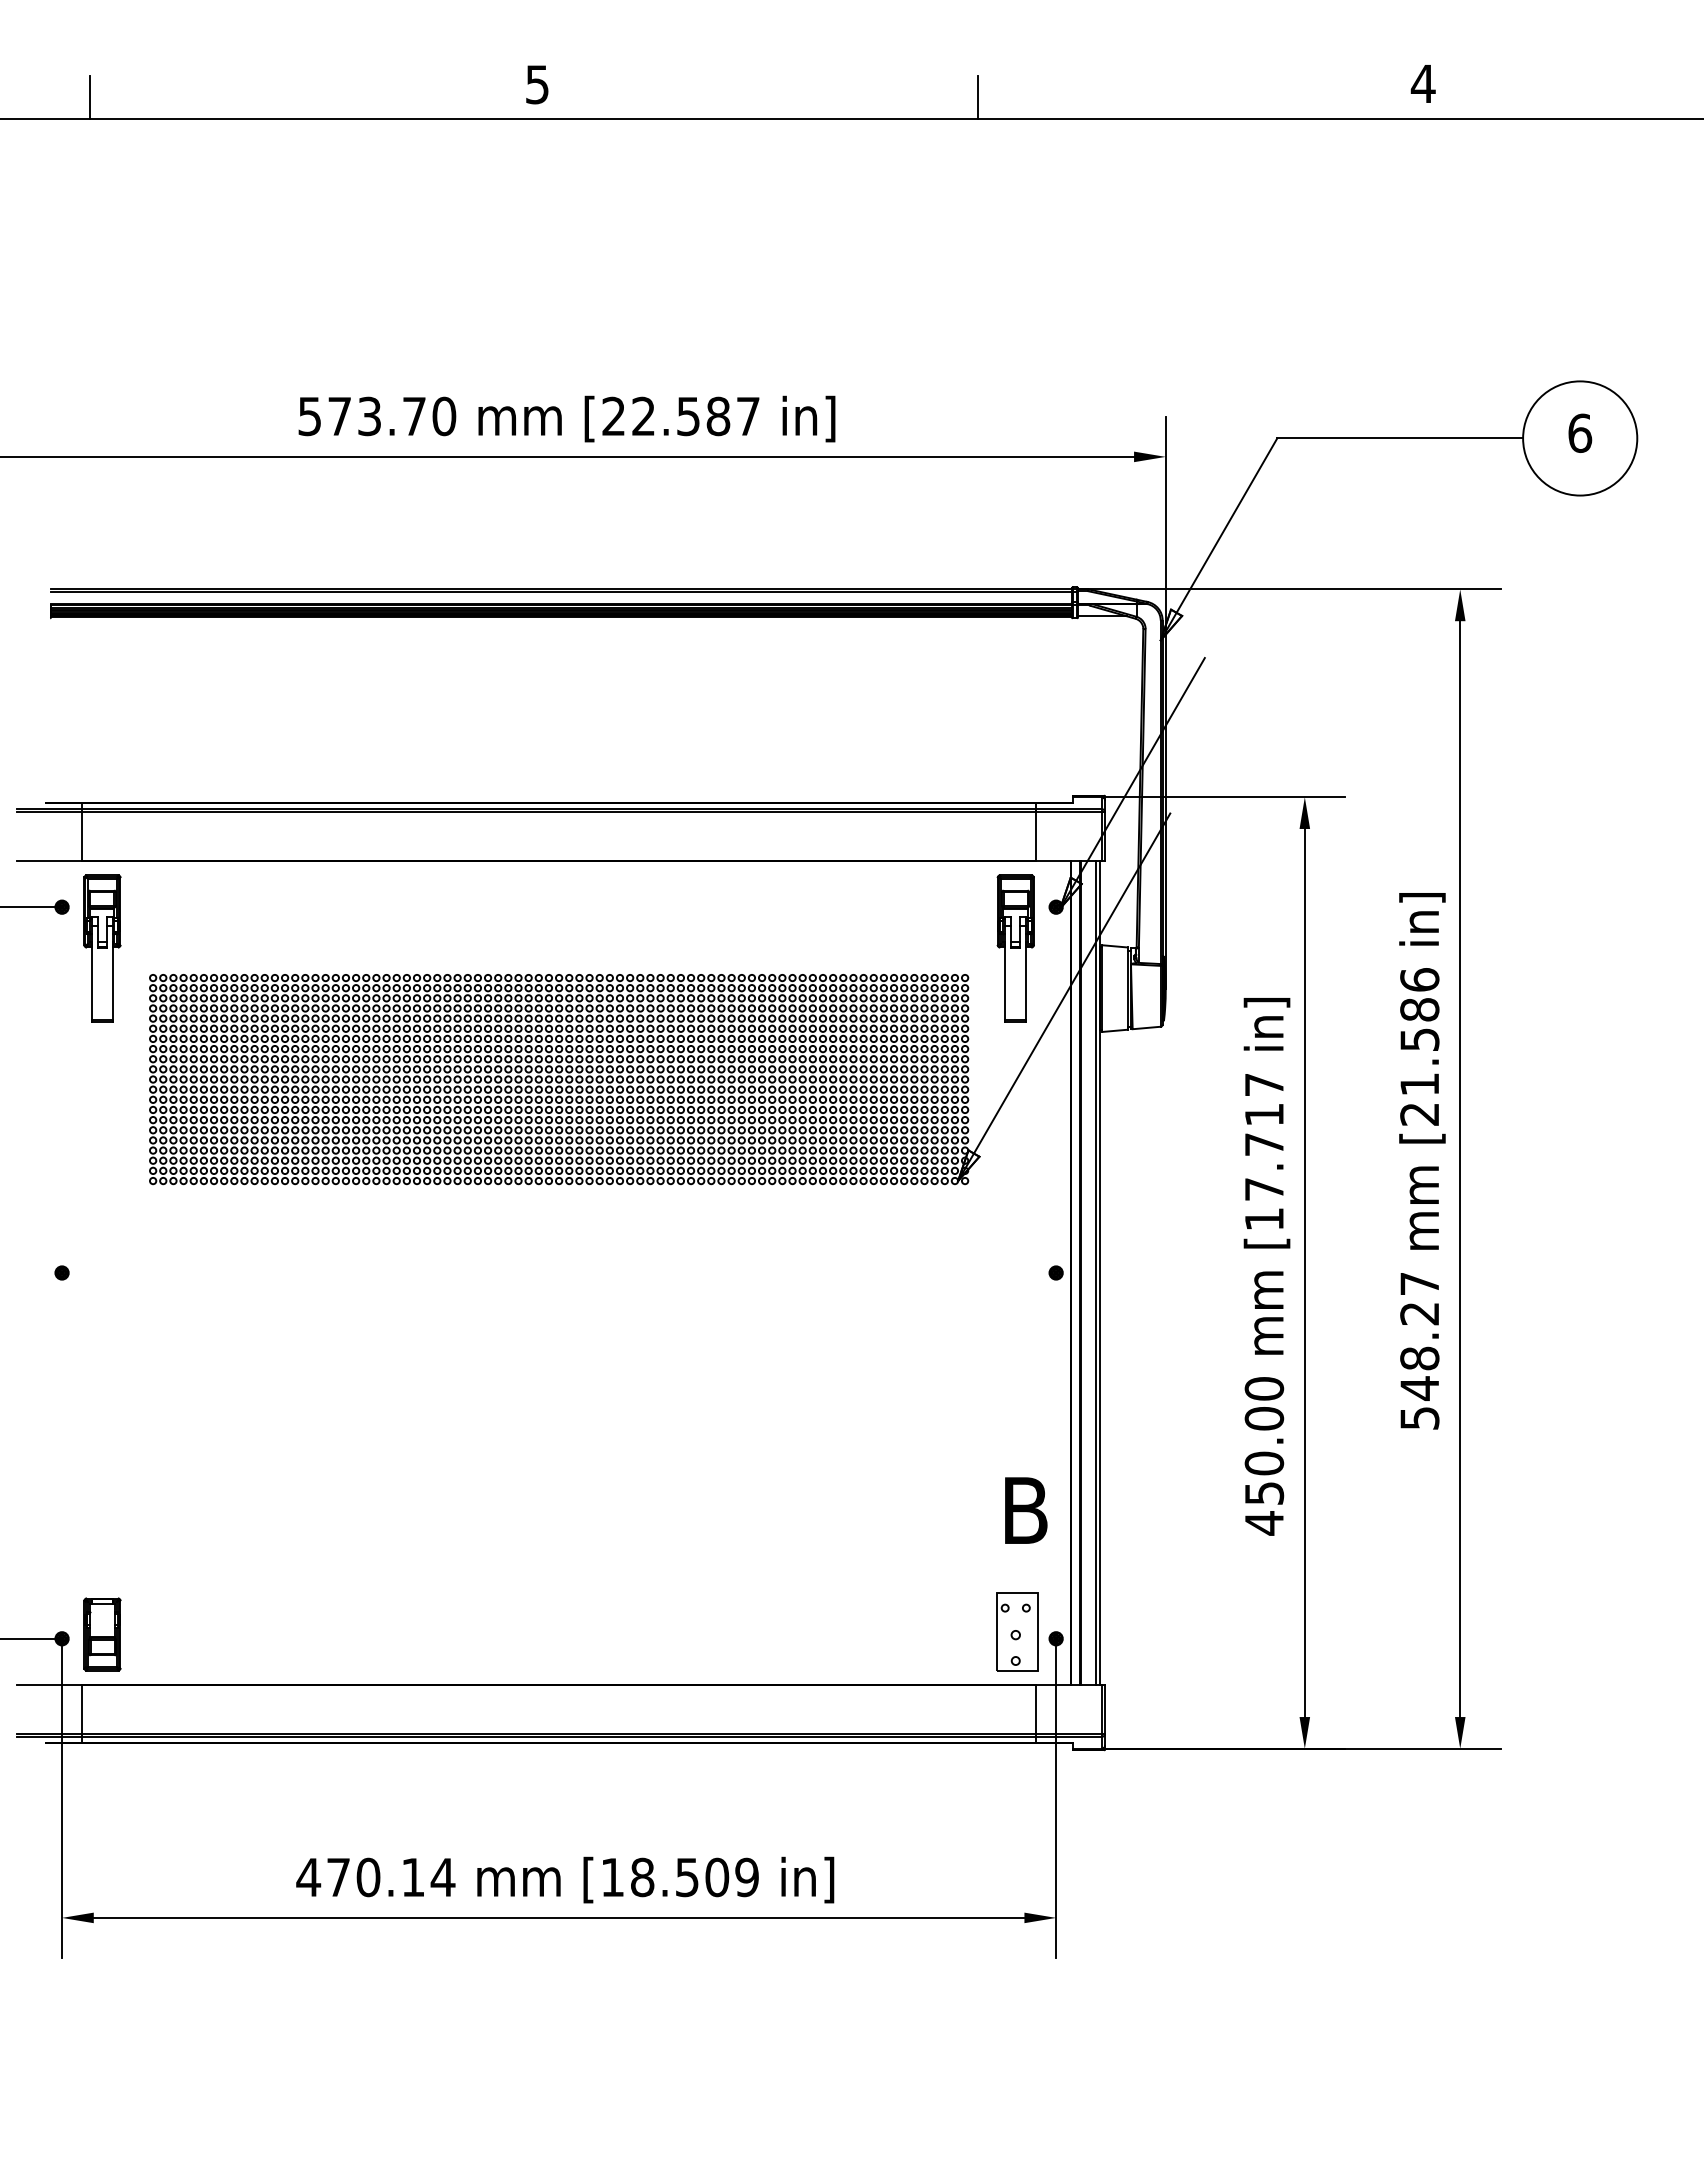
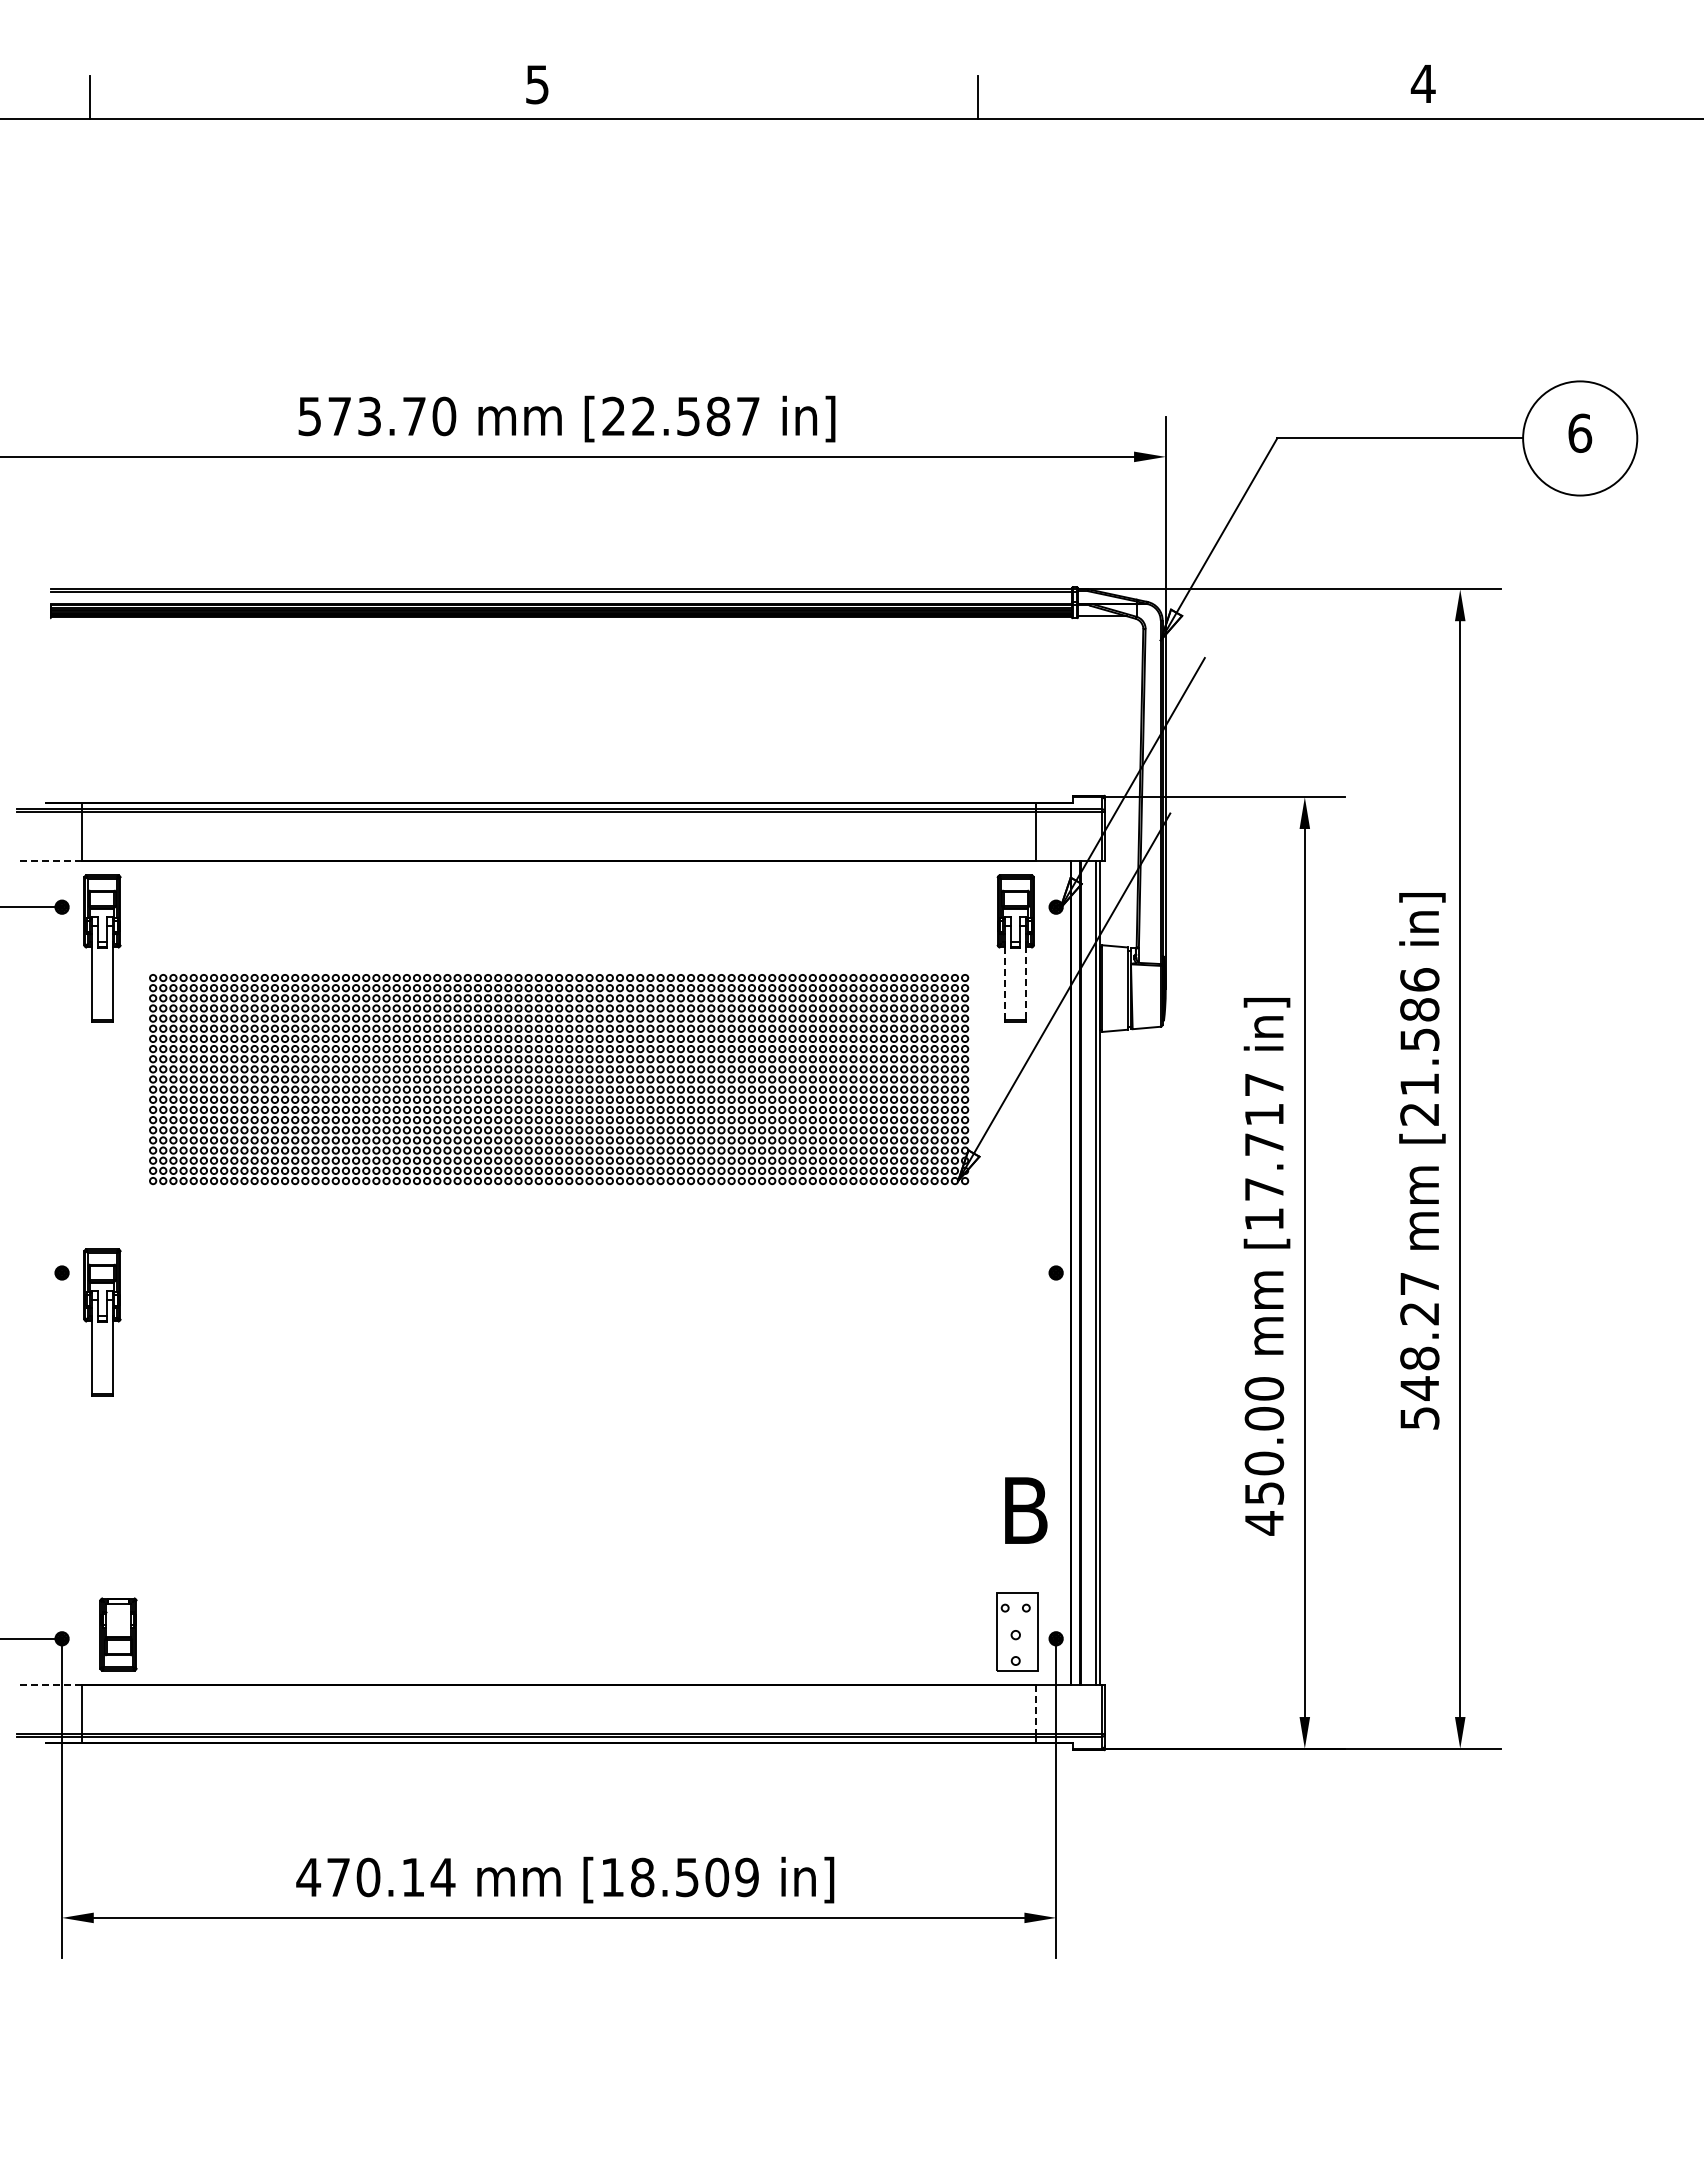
line at (49, 860): solid -> dashed
line at (1005, 982): solid -> dashed
line at (1026, 983): solid -> dashed
part at (102, 1322): none -> present
part at (102, 1634) position: (102, 1634) -> (118, 1634)
line at (49, 1685): solid -> dashed
line at (1036, 1710): solid -> dashed
